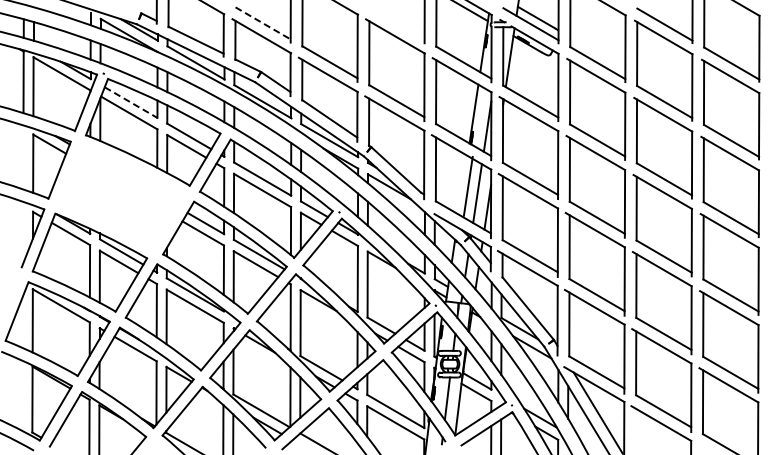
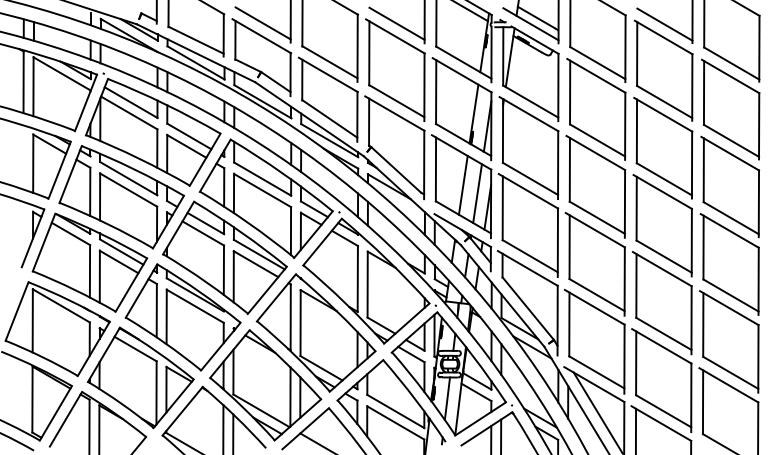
line at (263, 23): dashed -> solid
line at (396, 23): none -> present
line at (131, 102): dashed -> solid
line at (467, 185) position: (467, 185) -> (462, 184)
part at (121, 197): none -> present
line at (635, 429): none -> present
